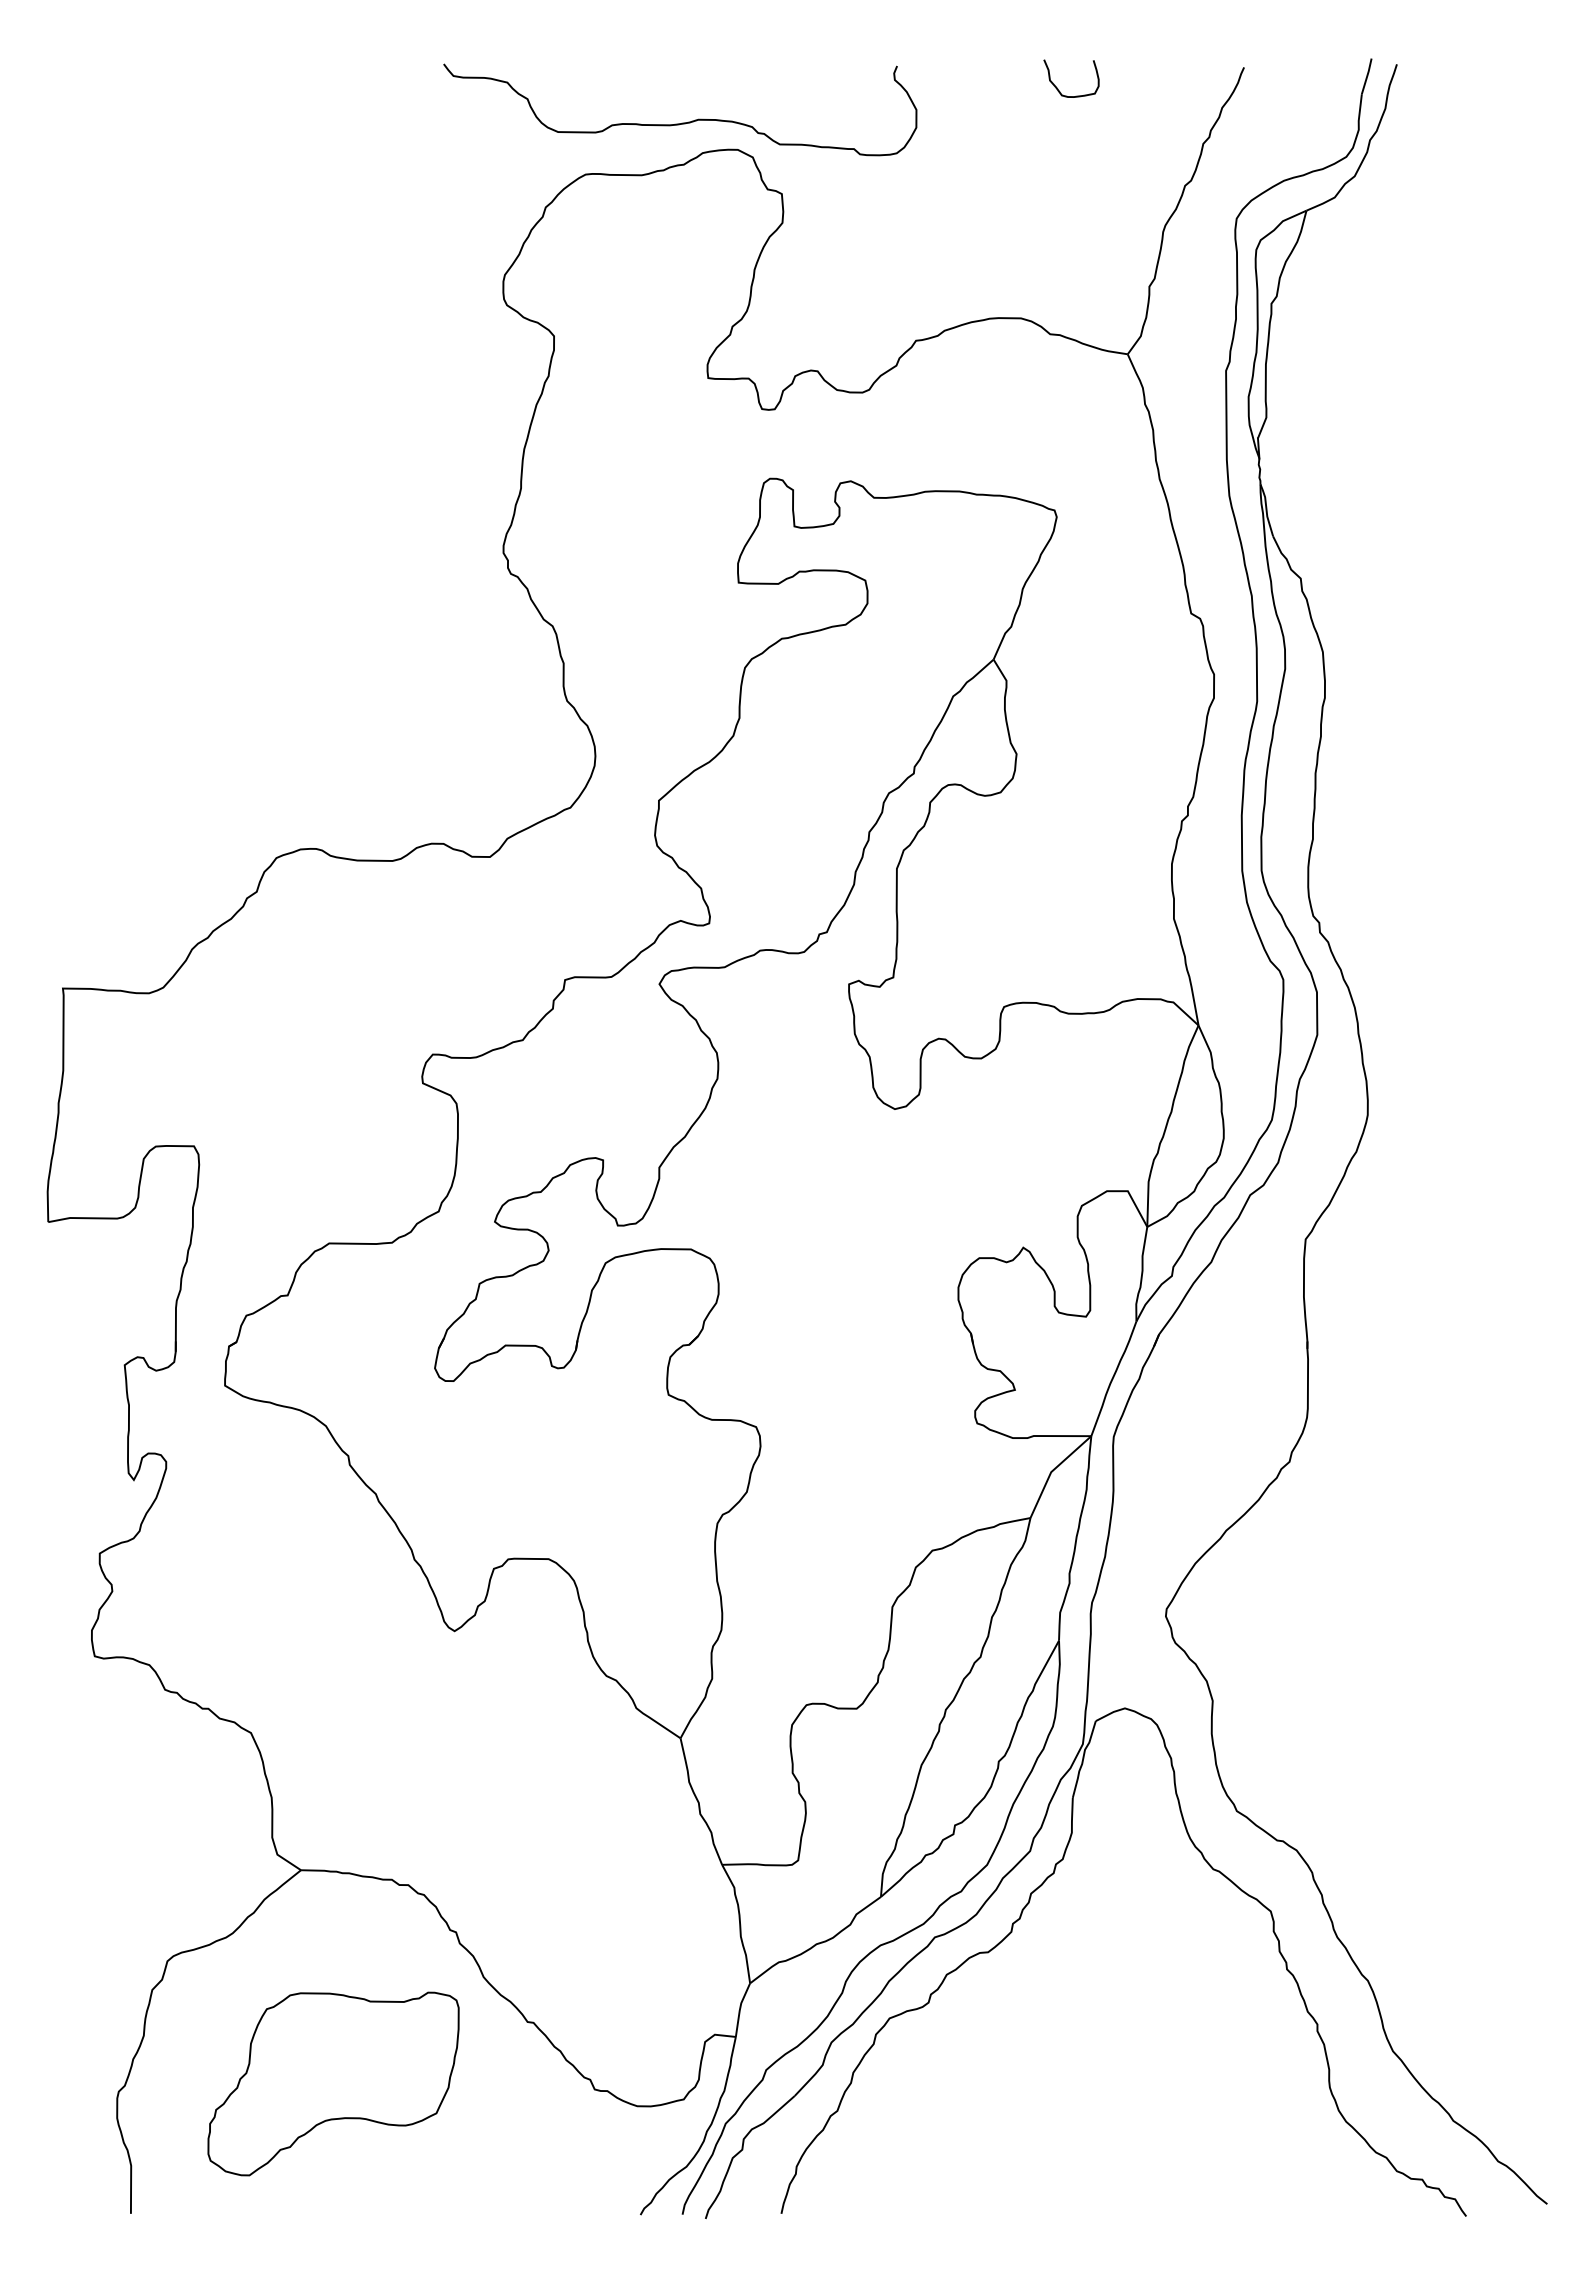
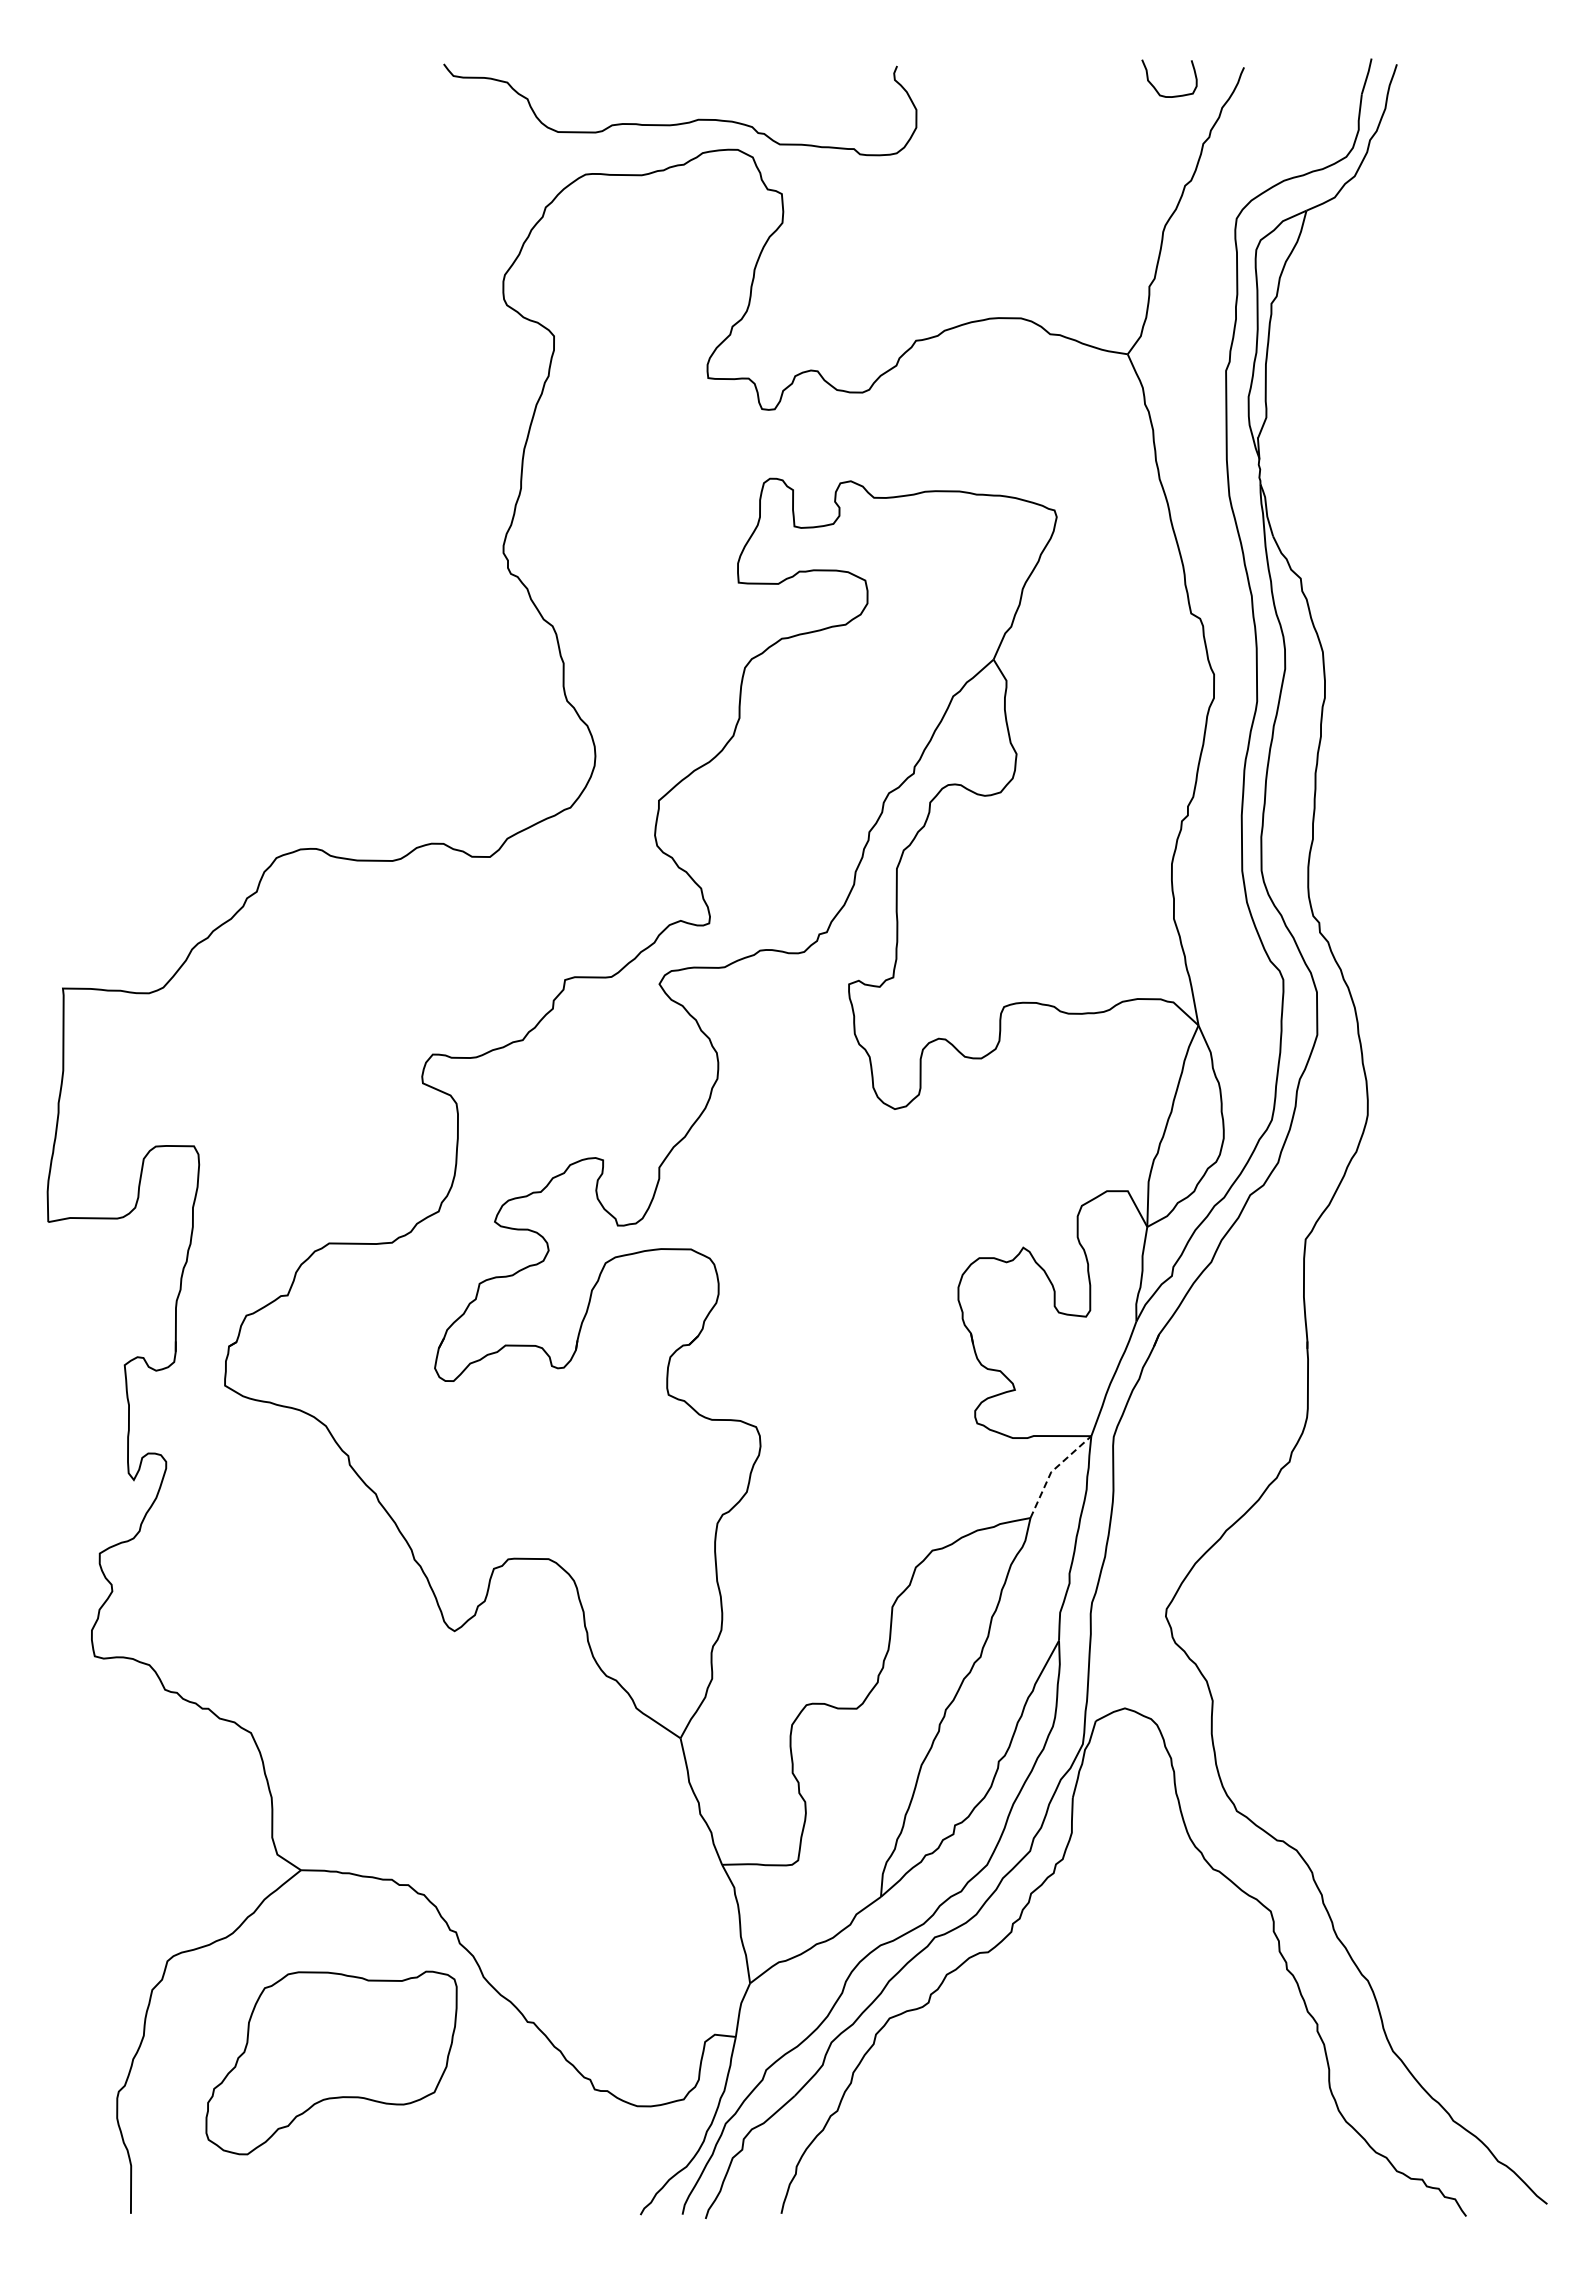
curve at (1058, 88) position: (1058, 88) -> (1156, 88)
line at (1051, 1471): solid -> dashed
part at (333, 2083) position: (333, 2083) -> (331, 2062)
